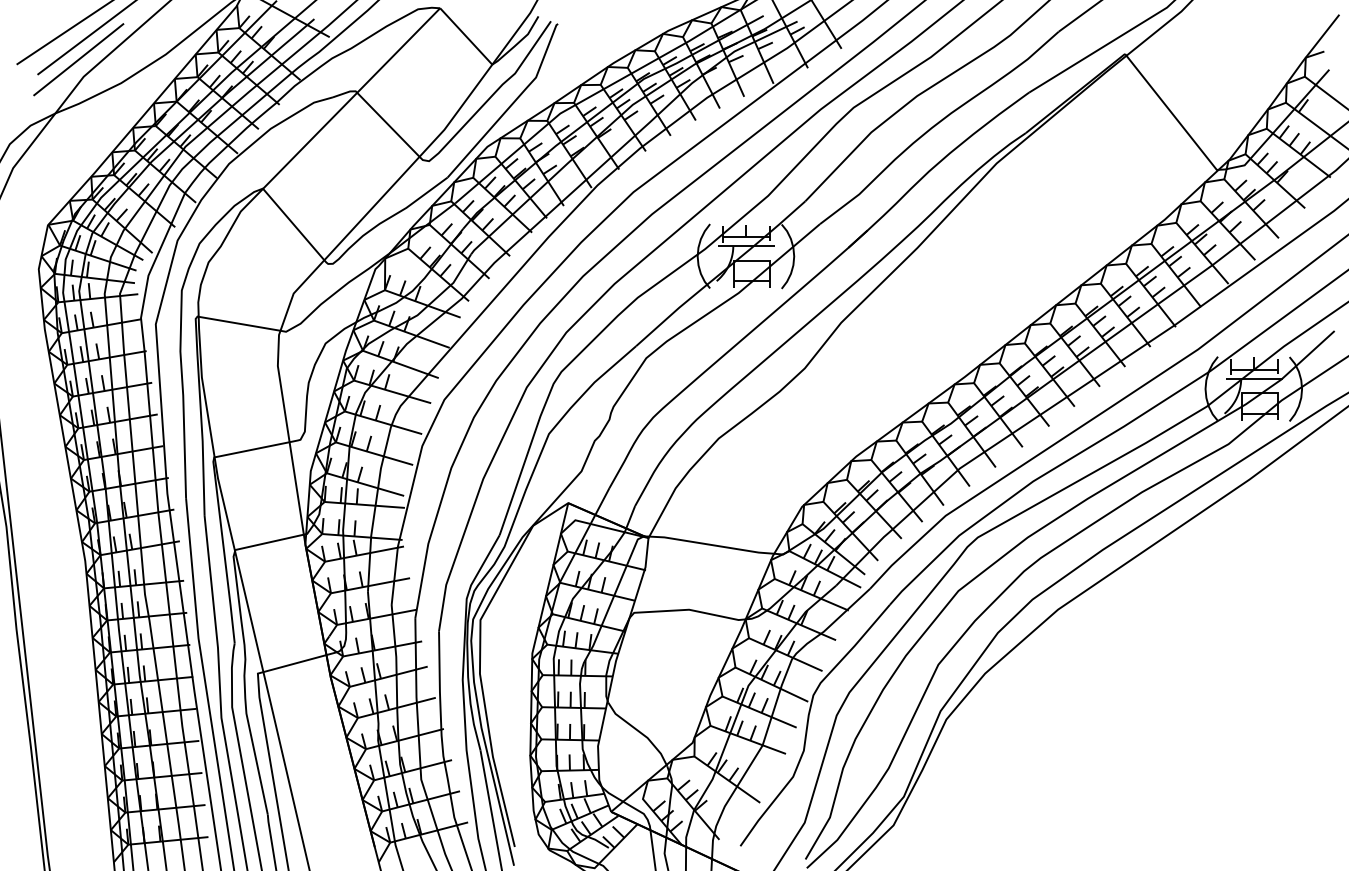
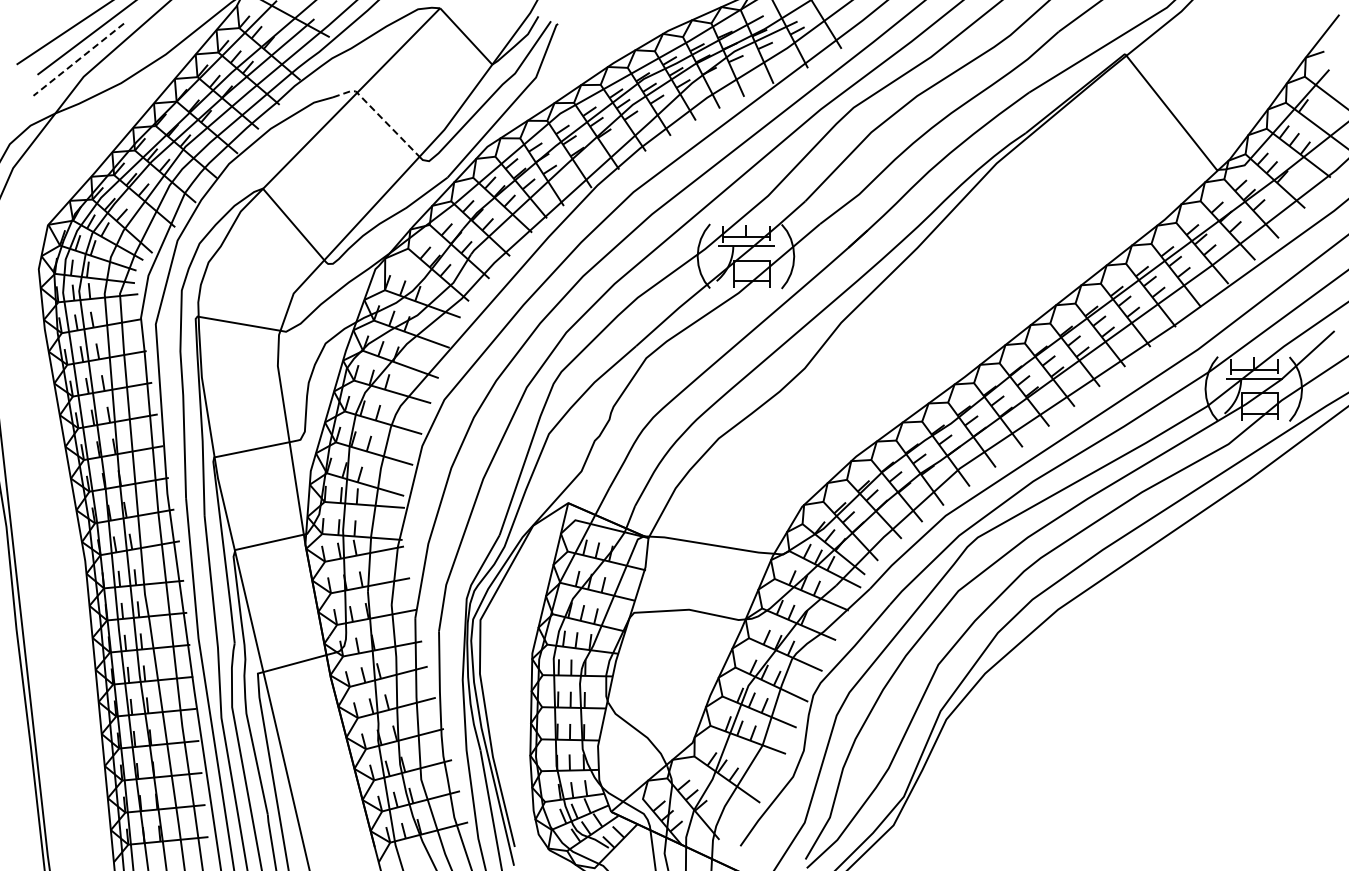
line at (78, 59): solid -> dashed
line at (378, 114): solid -> dashed
